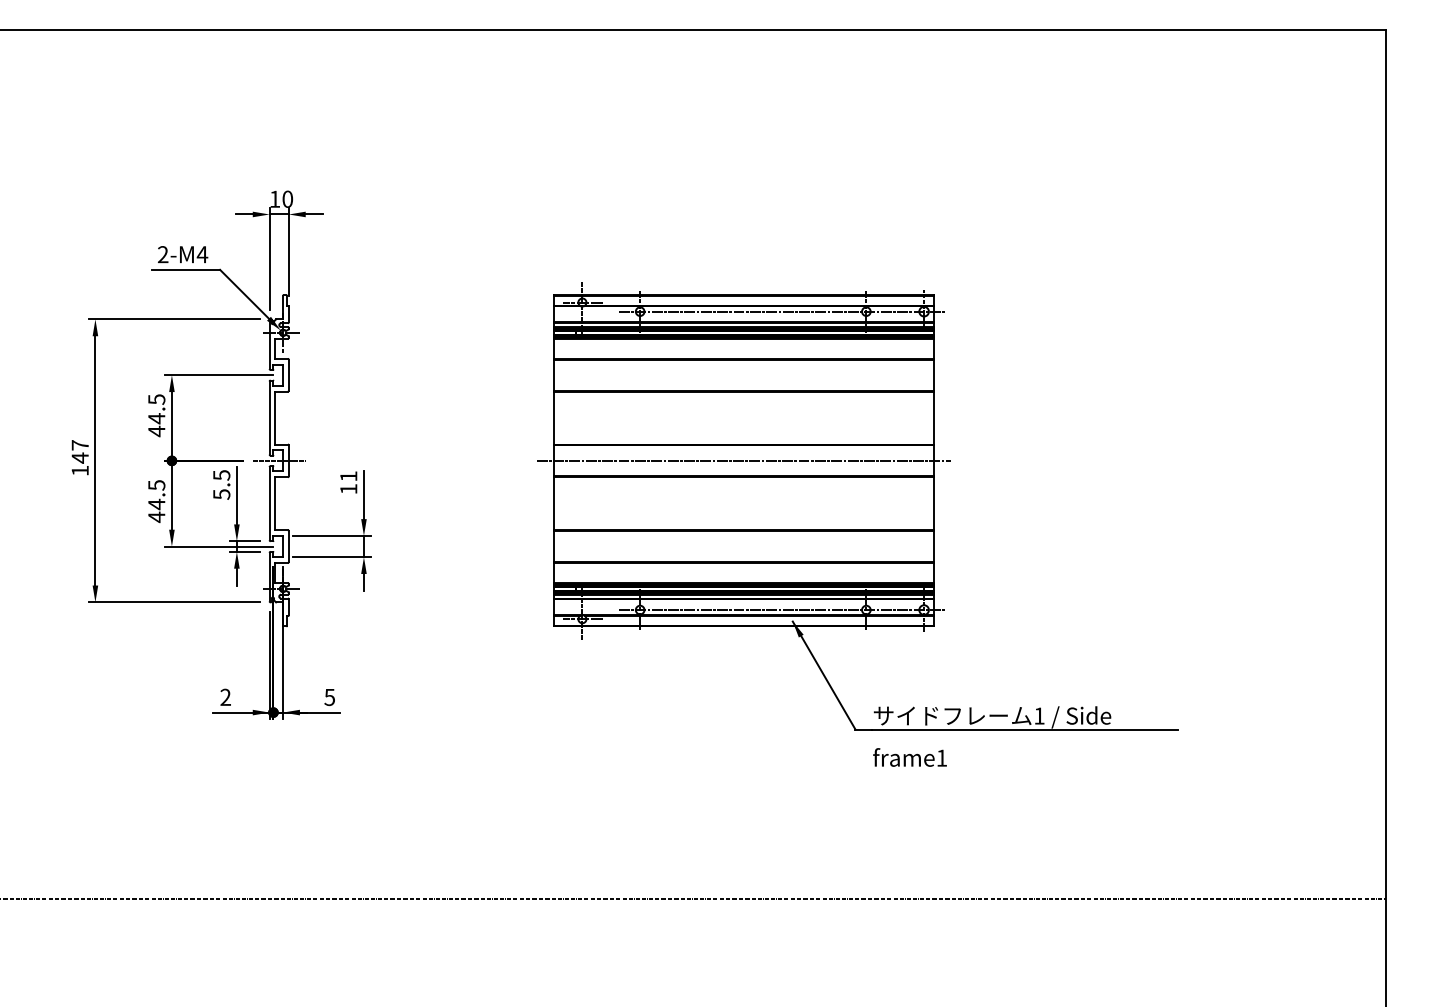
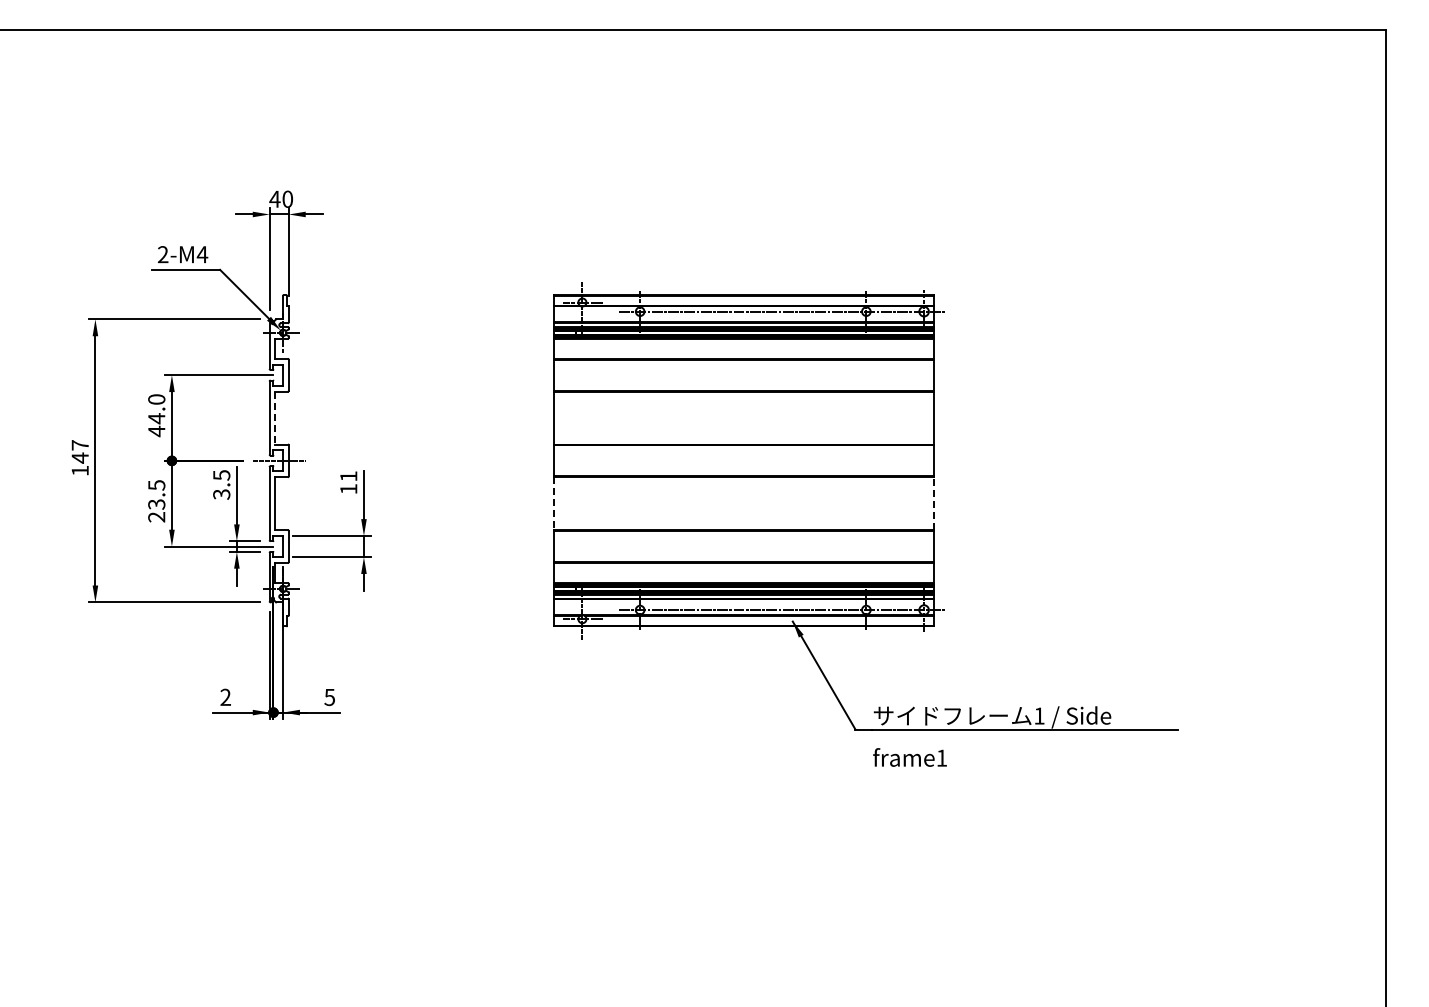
text at (274, 198): 10 -> 40
text at (156, 399): 44.5 -> 44.0
line at (275, 418): solid -> dashed
line at (743, 460): present -> none
text at (221, 494): 5.5 -> 3.5
line at (933, 503): solid -> dashed
line at (553, 504): solid -> dashed
text at (156, 510): 44.5 -> 23.5
line at (694, 898): present -> none
